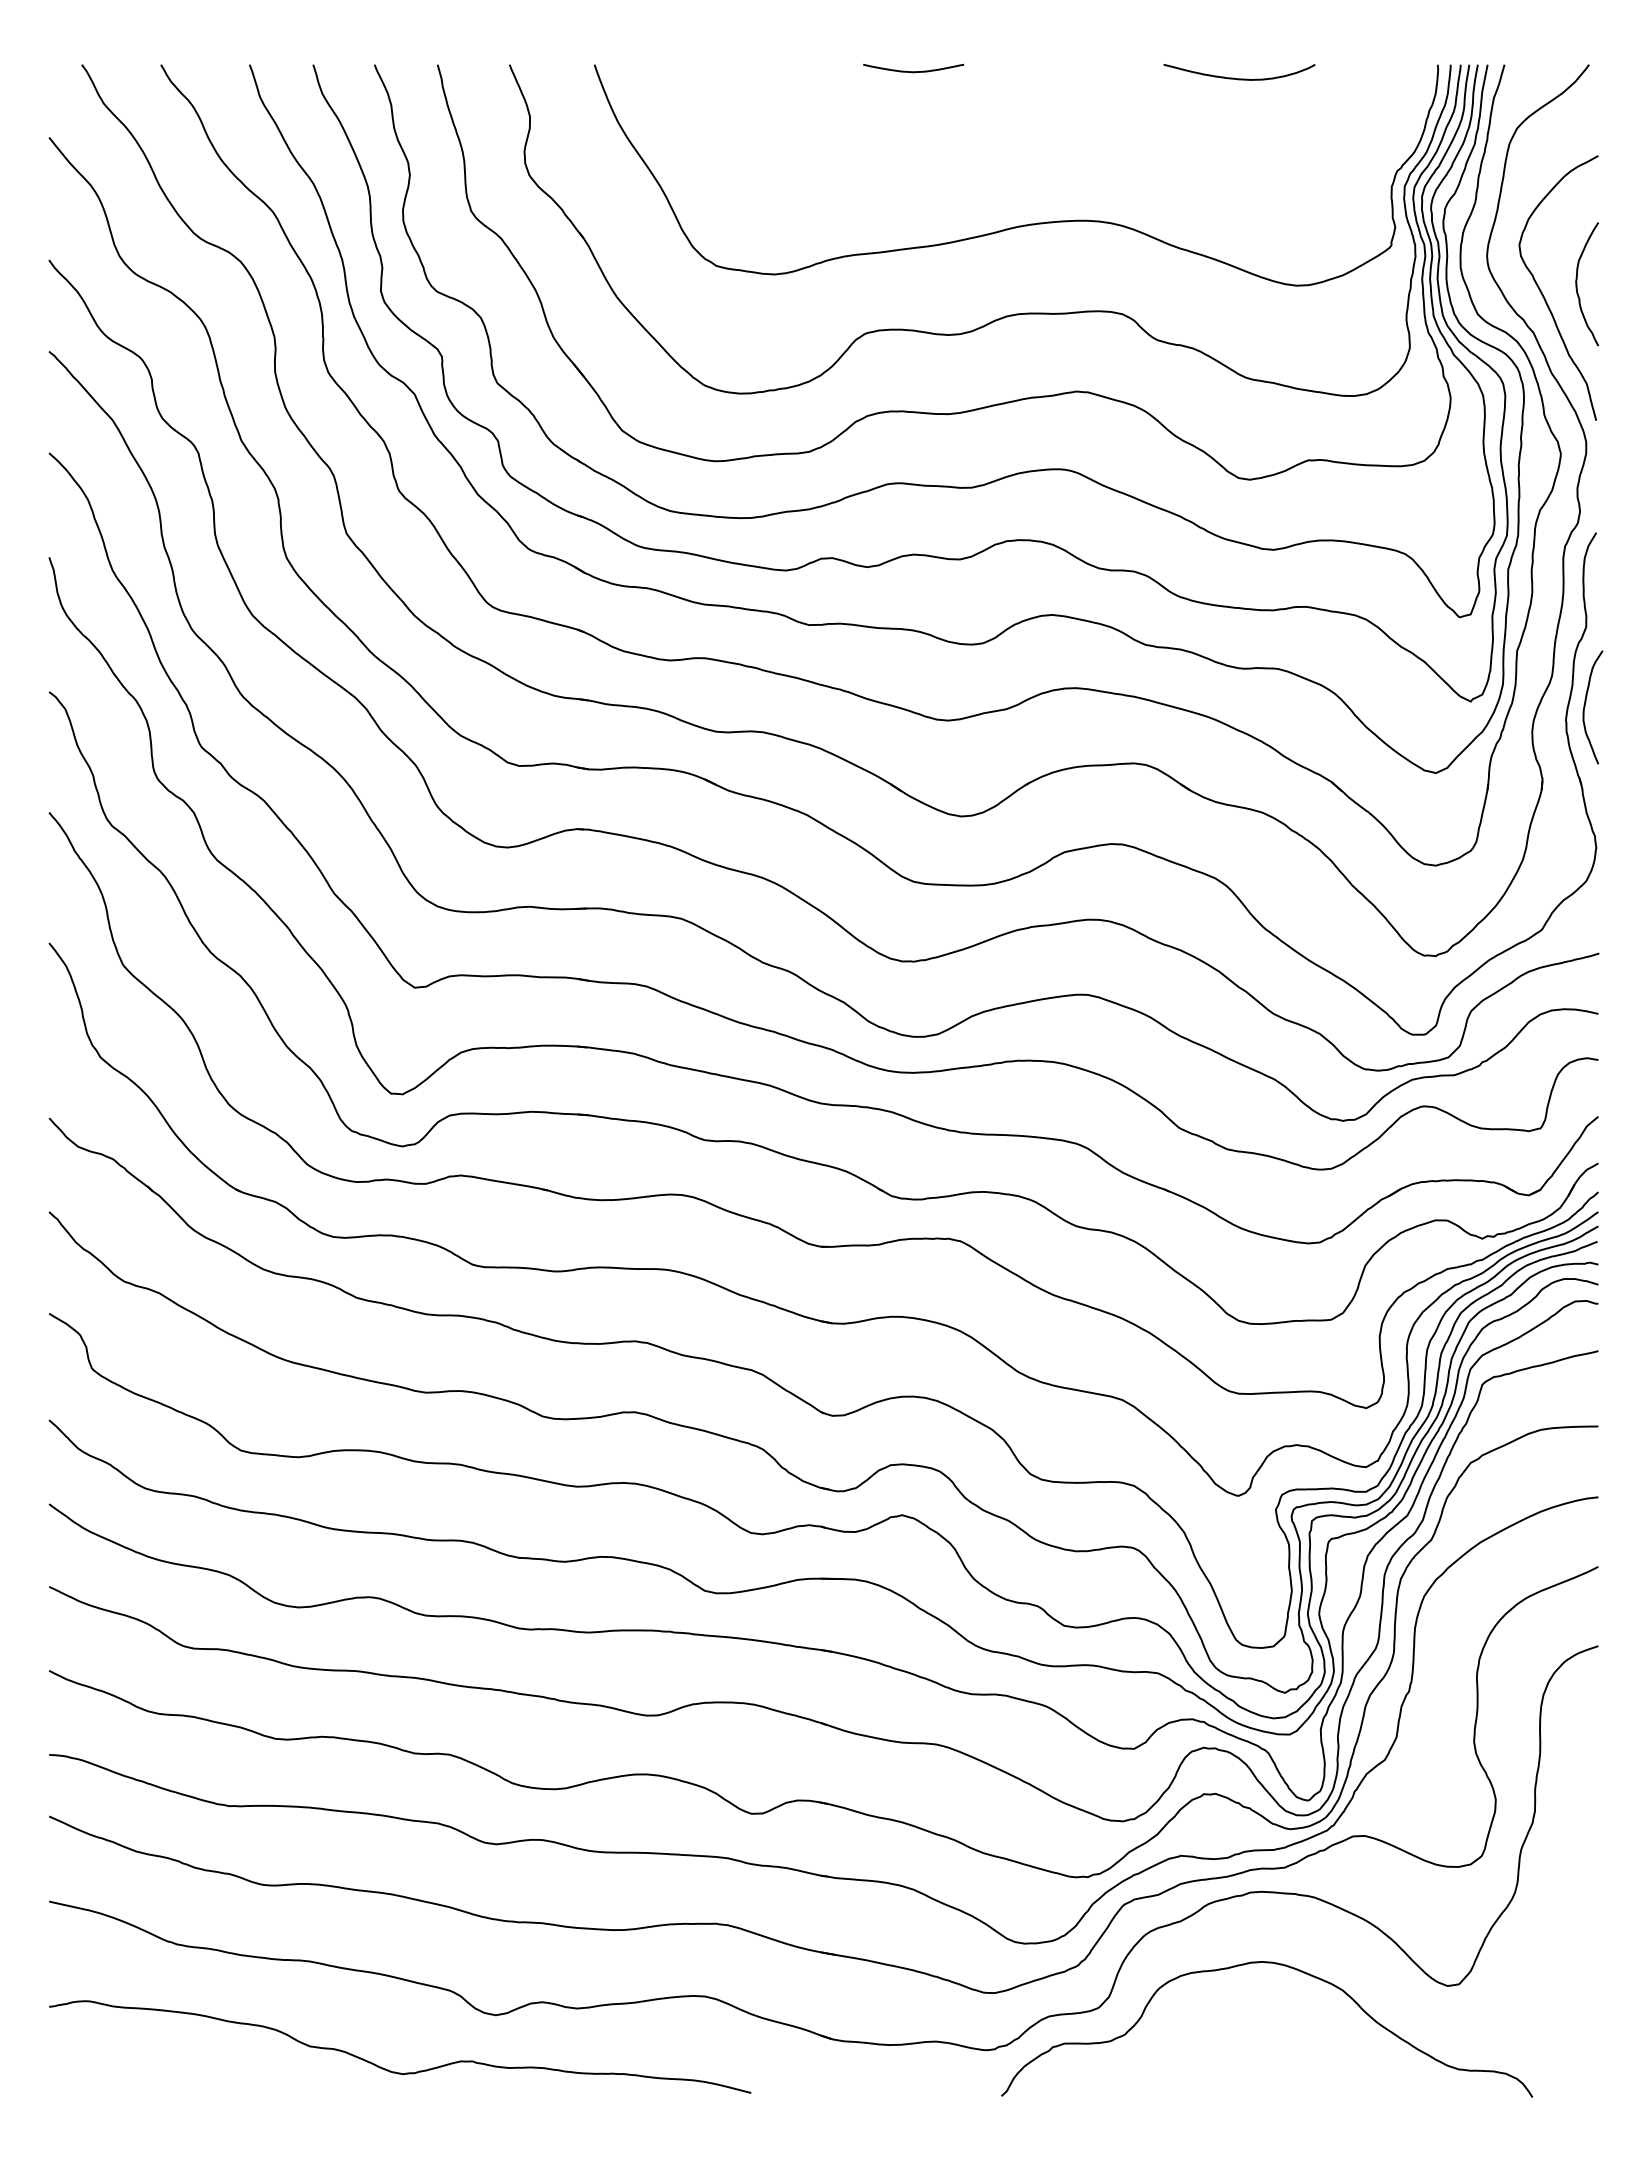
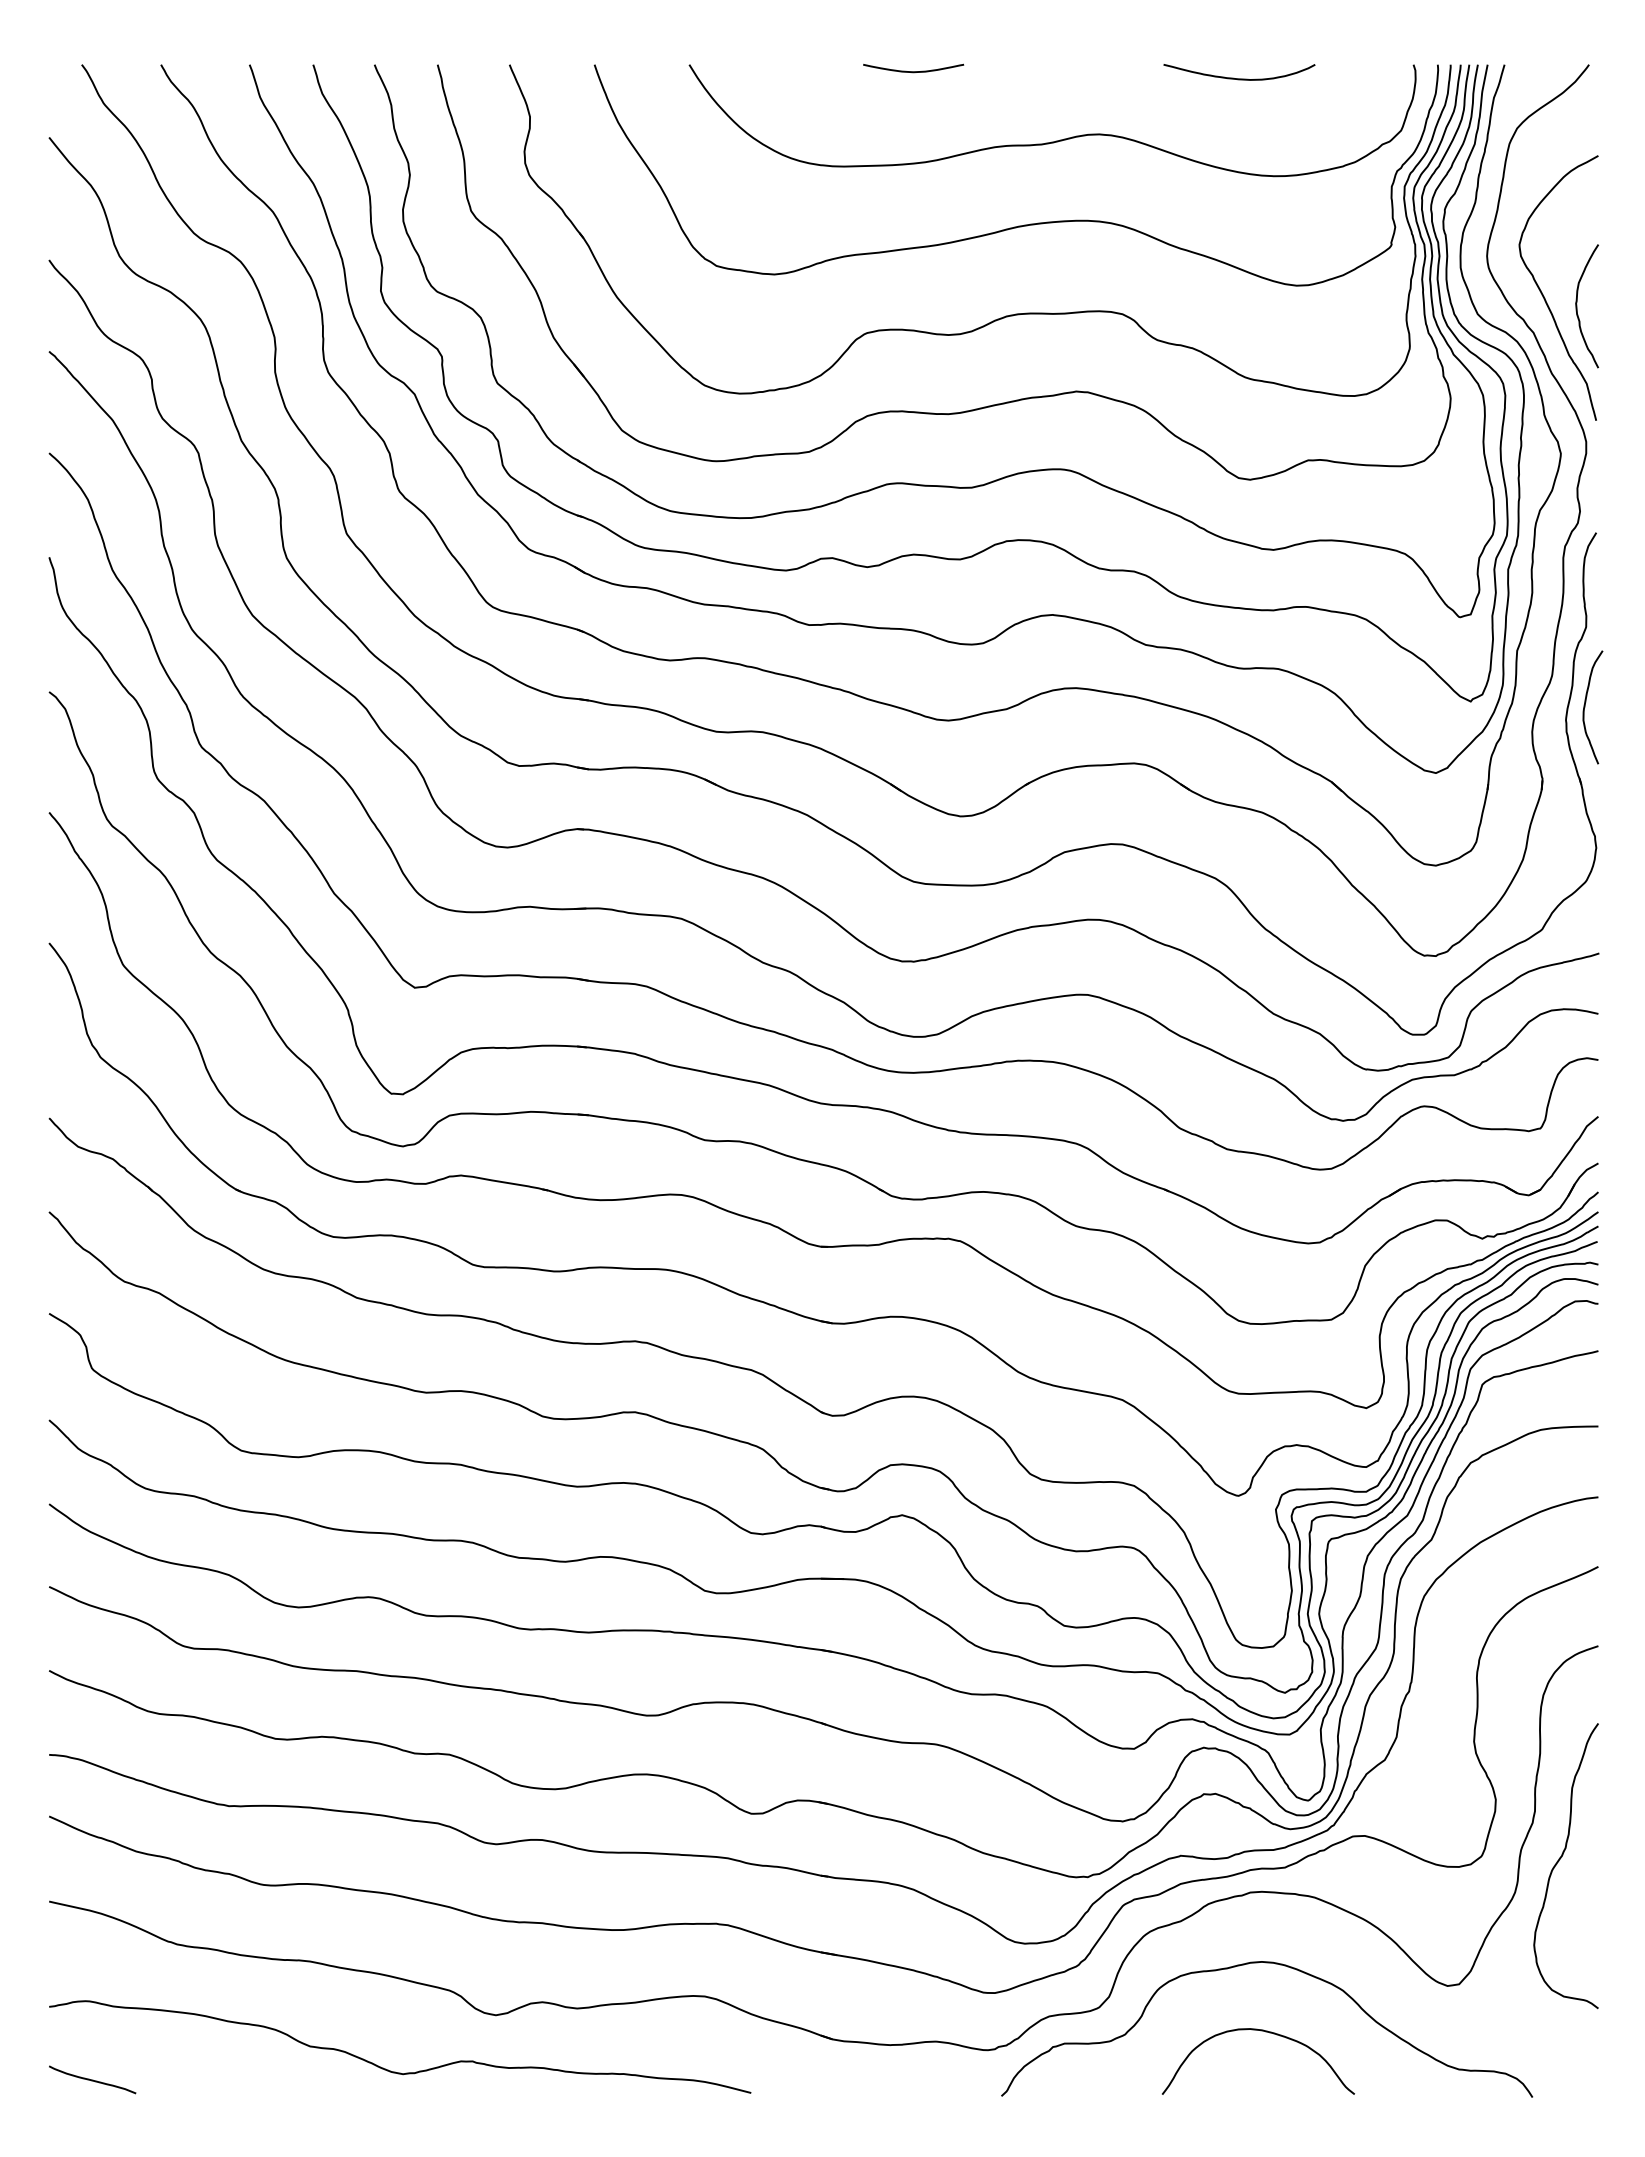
curve at (1056, 140): none -> present
curve at (1577, 284) position: (1577, 284) -> (1577, 306)
curve at (1559, 1861): none -> present
curve at (1265, 2032): none -> present
curve at (92, 2079): none -> present
